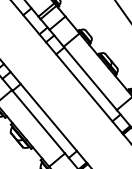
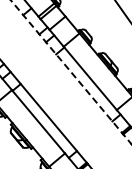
line at (71, 72): solid -> dashed
